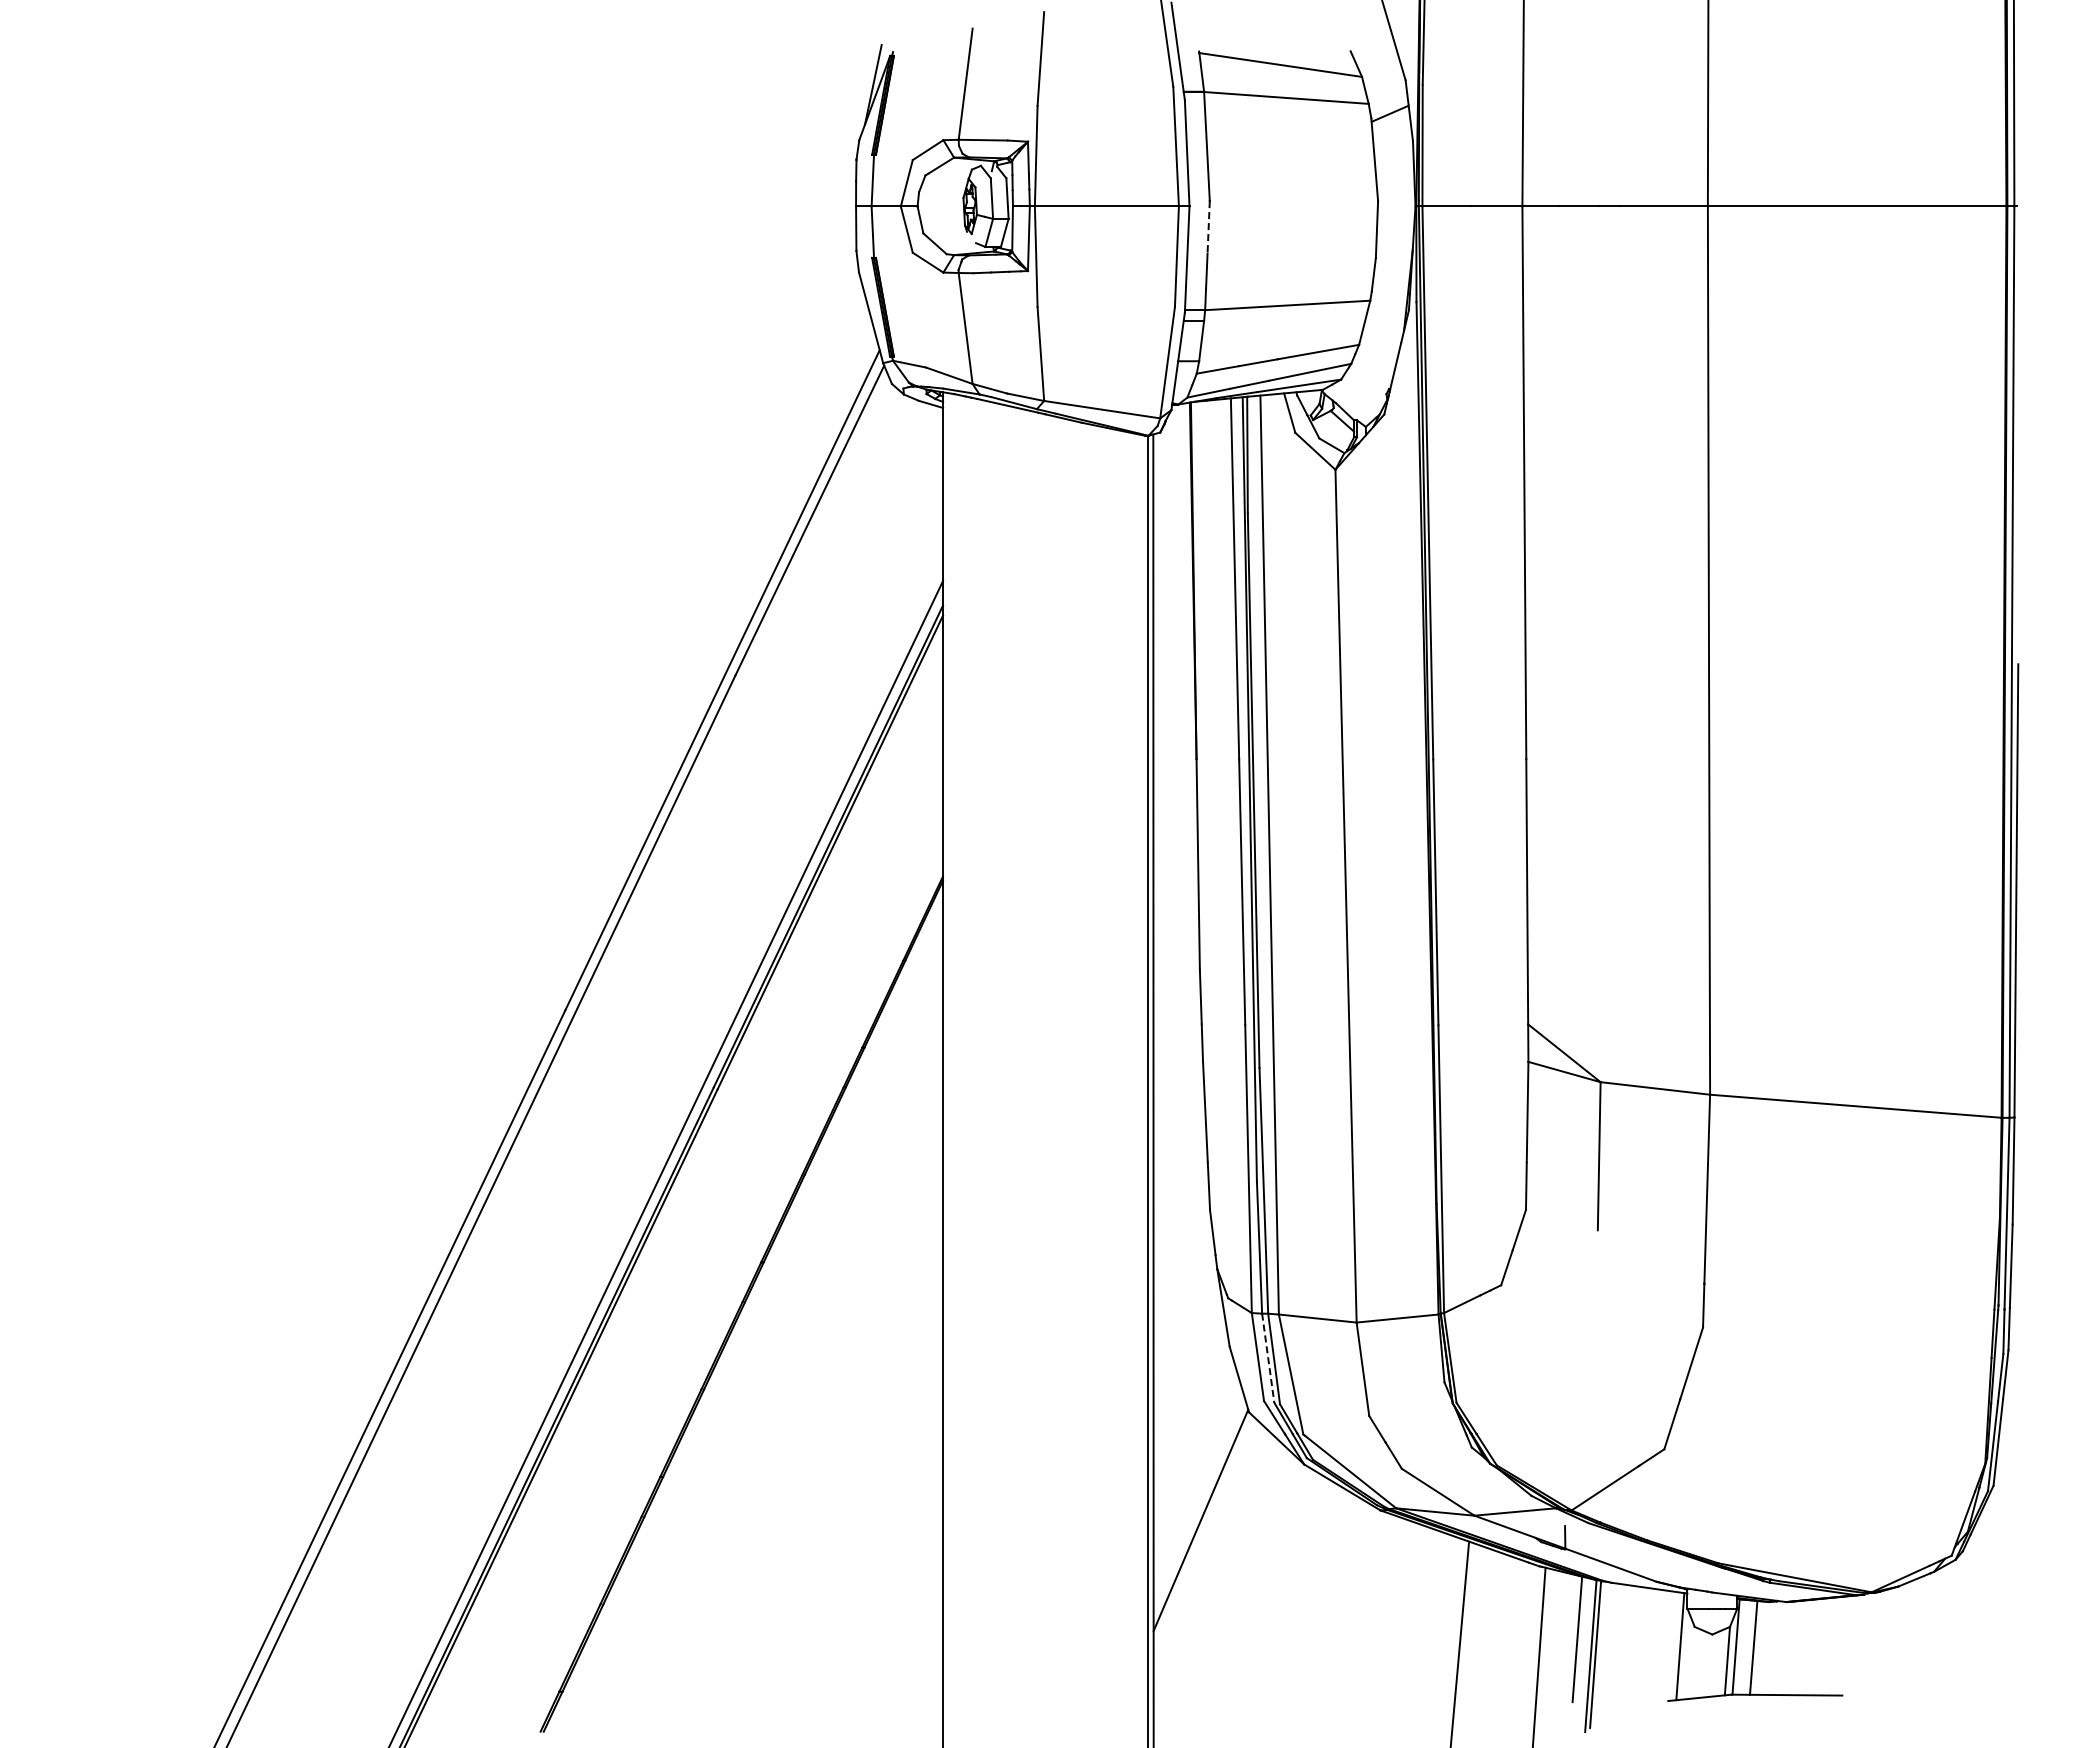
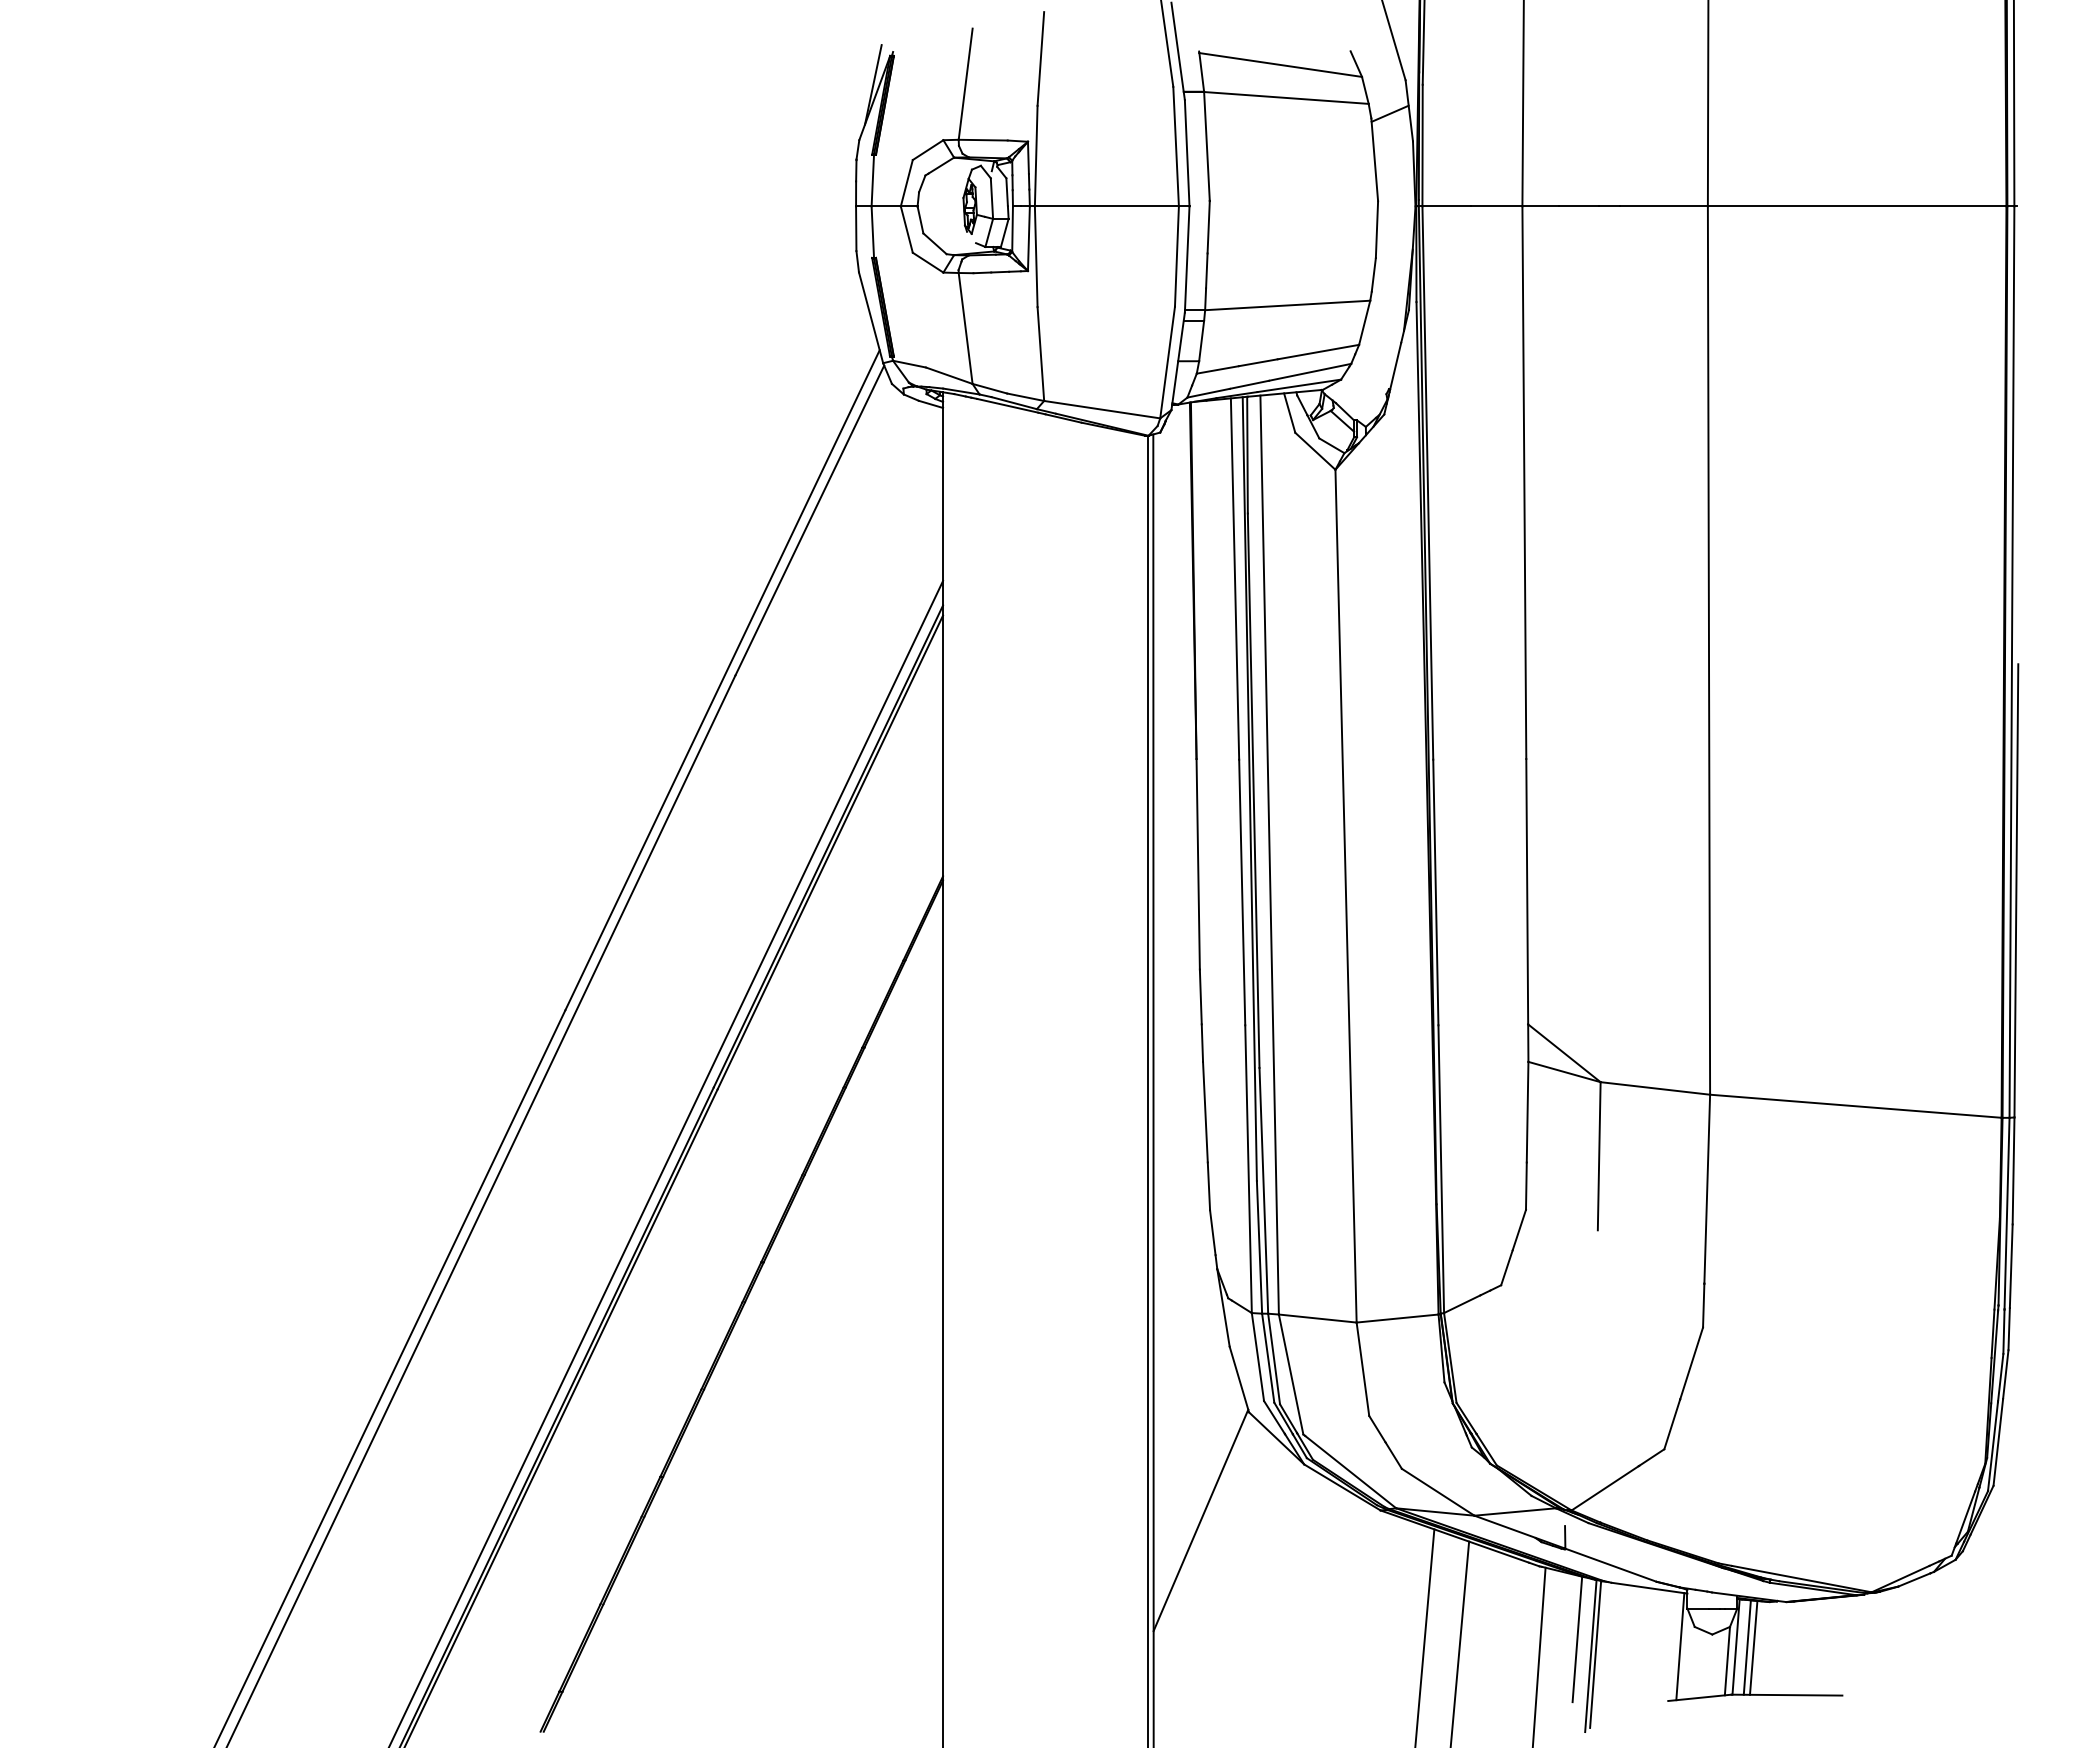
line at (1208, 227): dashed -> solid
line at (1268, 1358): dashed -> solid
line at (1424, 1636): none -> present
line at (1746, 1647): none -> present
